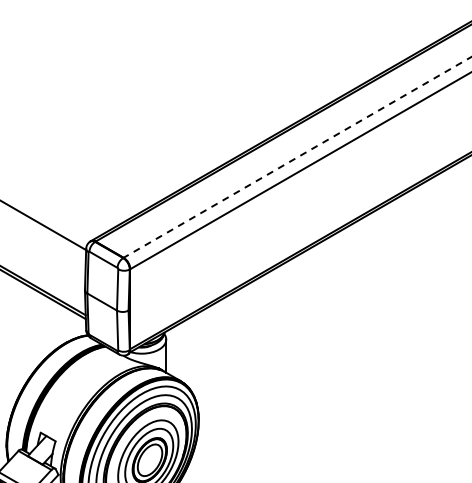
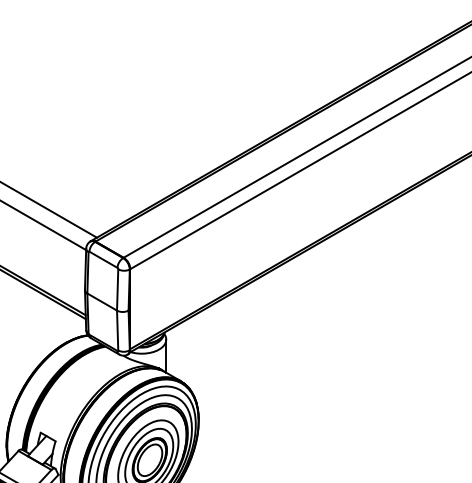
line at (297, 157): dashed -> solid
line at (49, 210): none -> present
